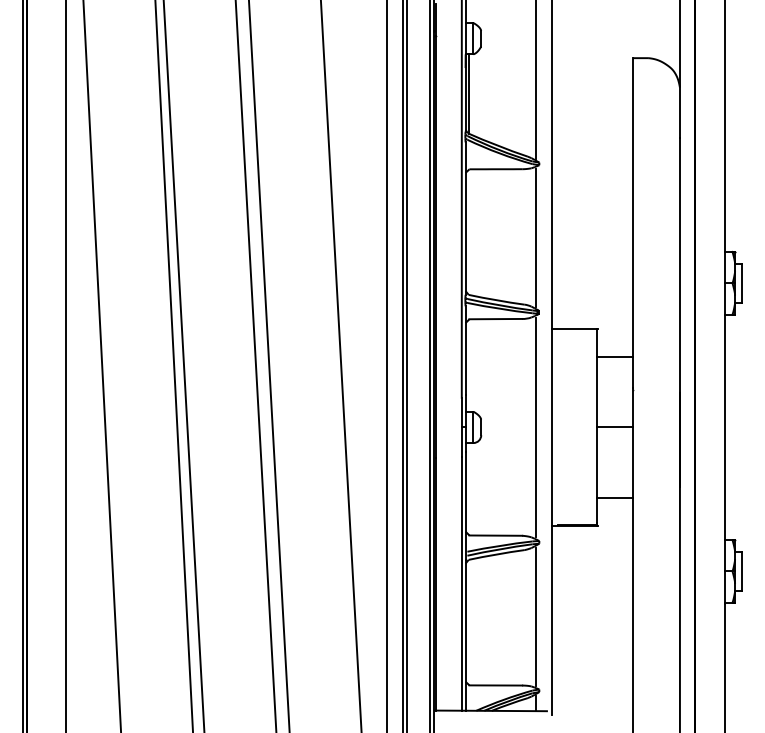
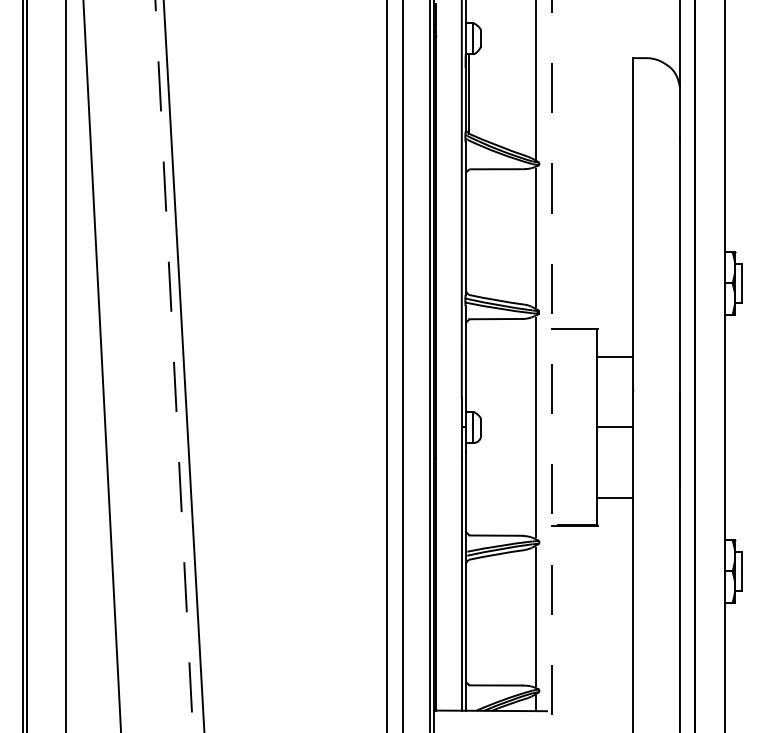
line at (551, 357): solid -> dashed
line at (255, 365): present -> none
line at (269, 365): present -> none
line at (341, 365): present -> none
line at (406, 365): present -> none
line at (174, 367): solid -> dashed
